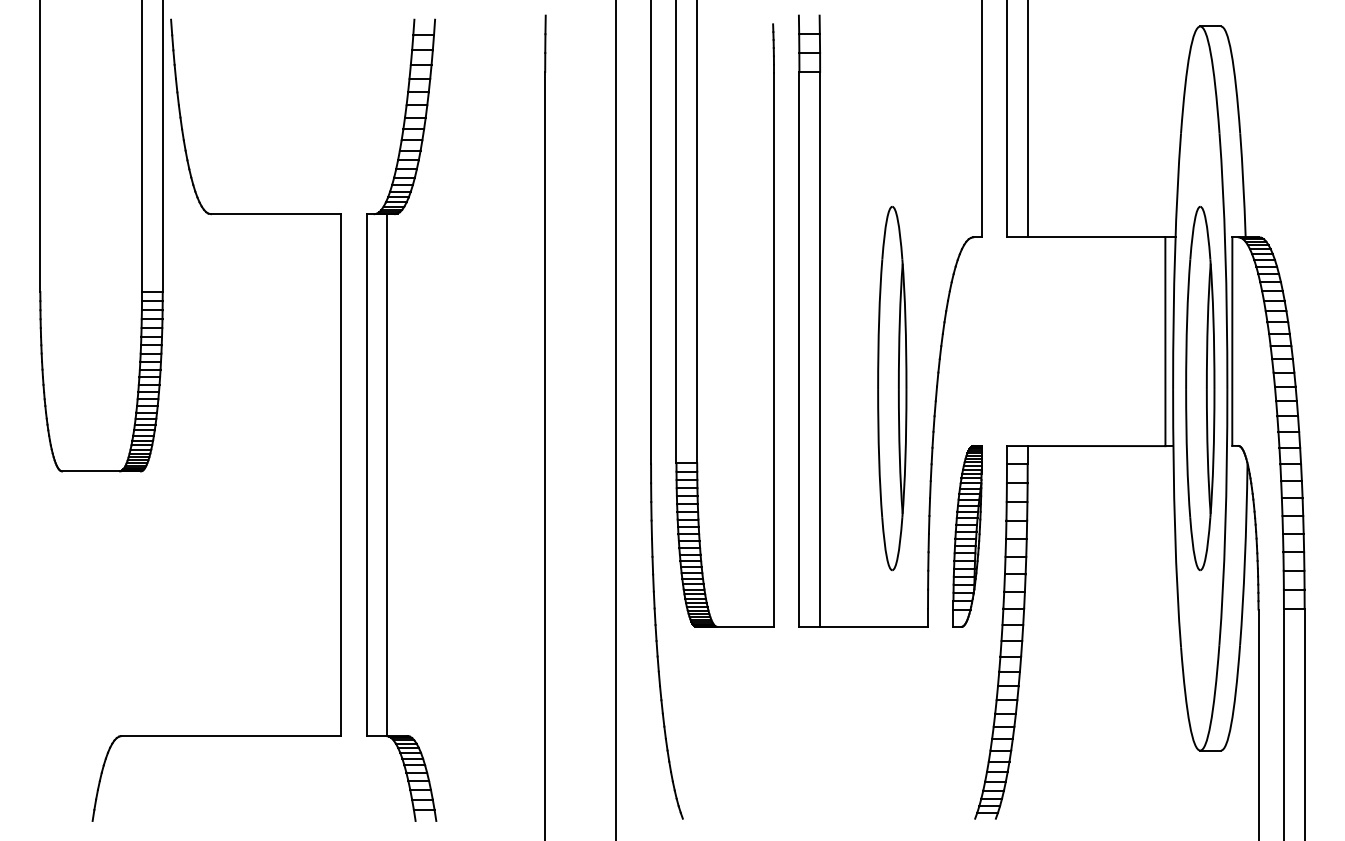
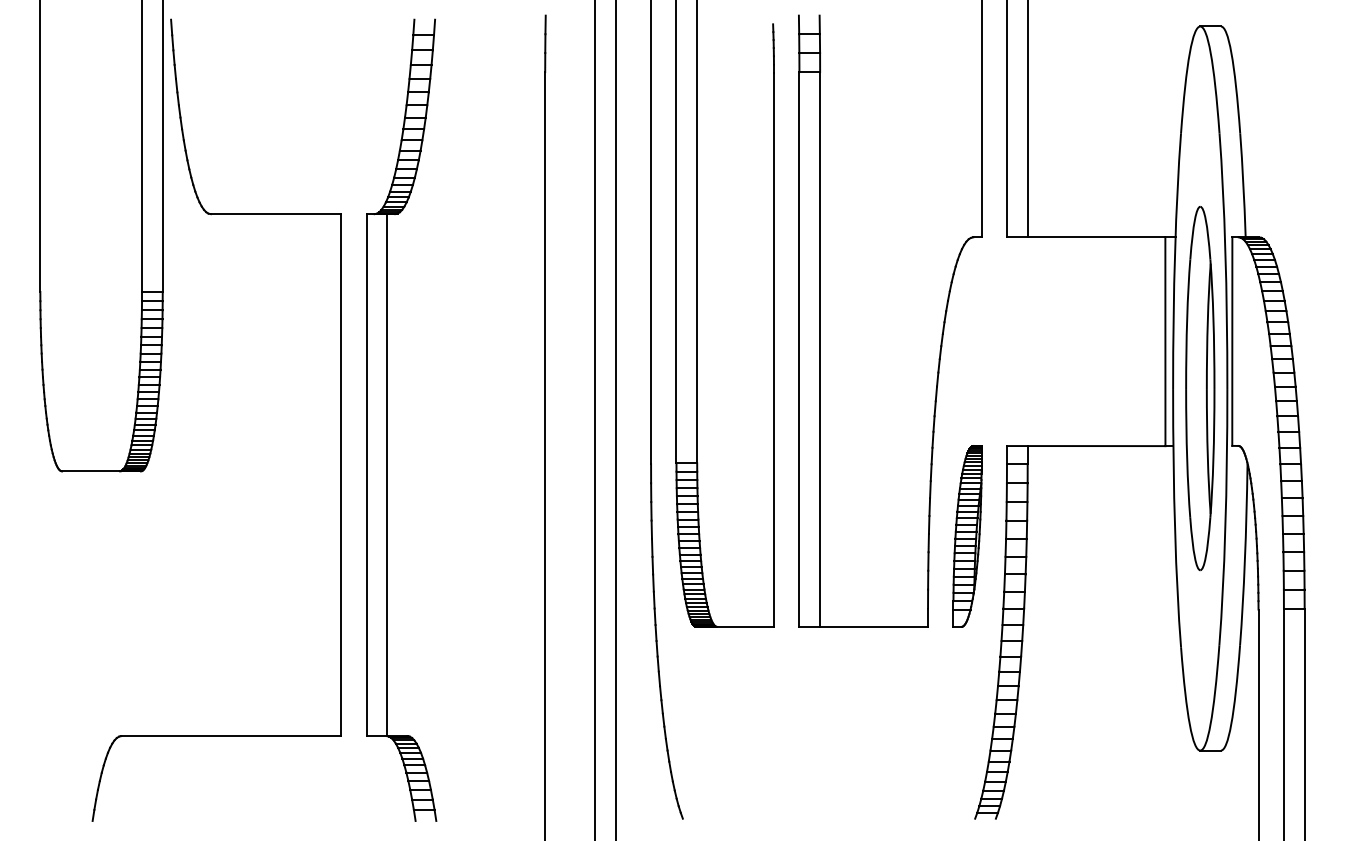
part at (892, 388): present -> none
line at (595, 419): none -> present
